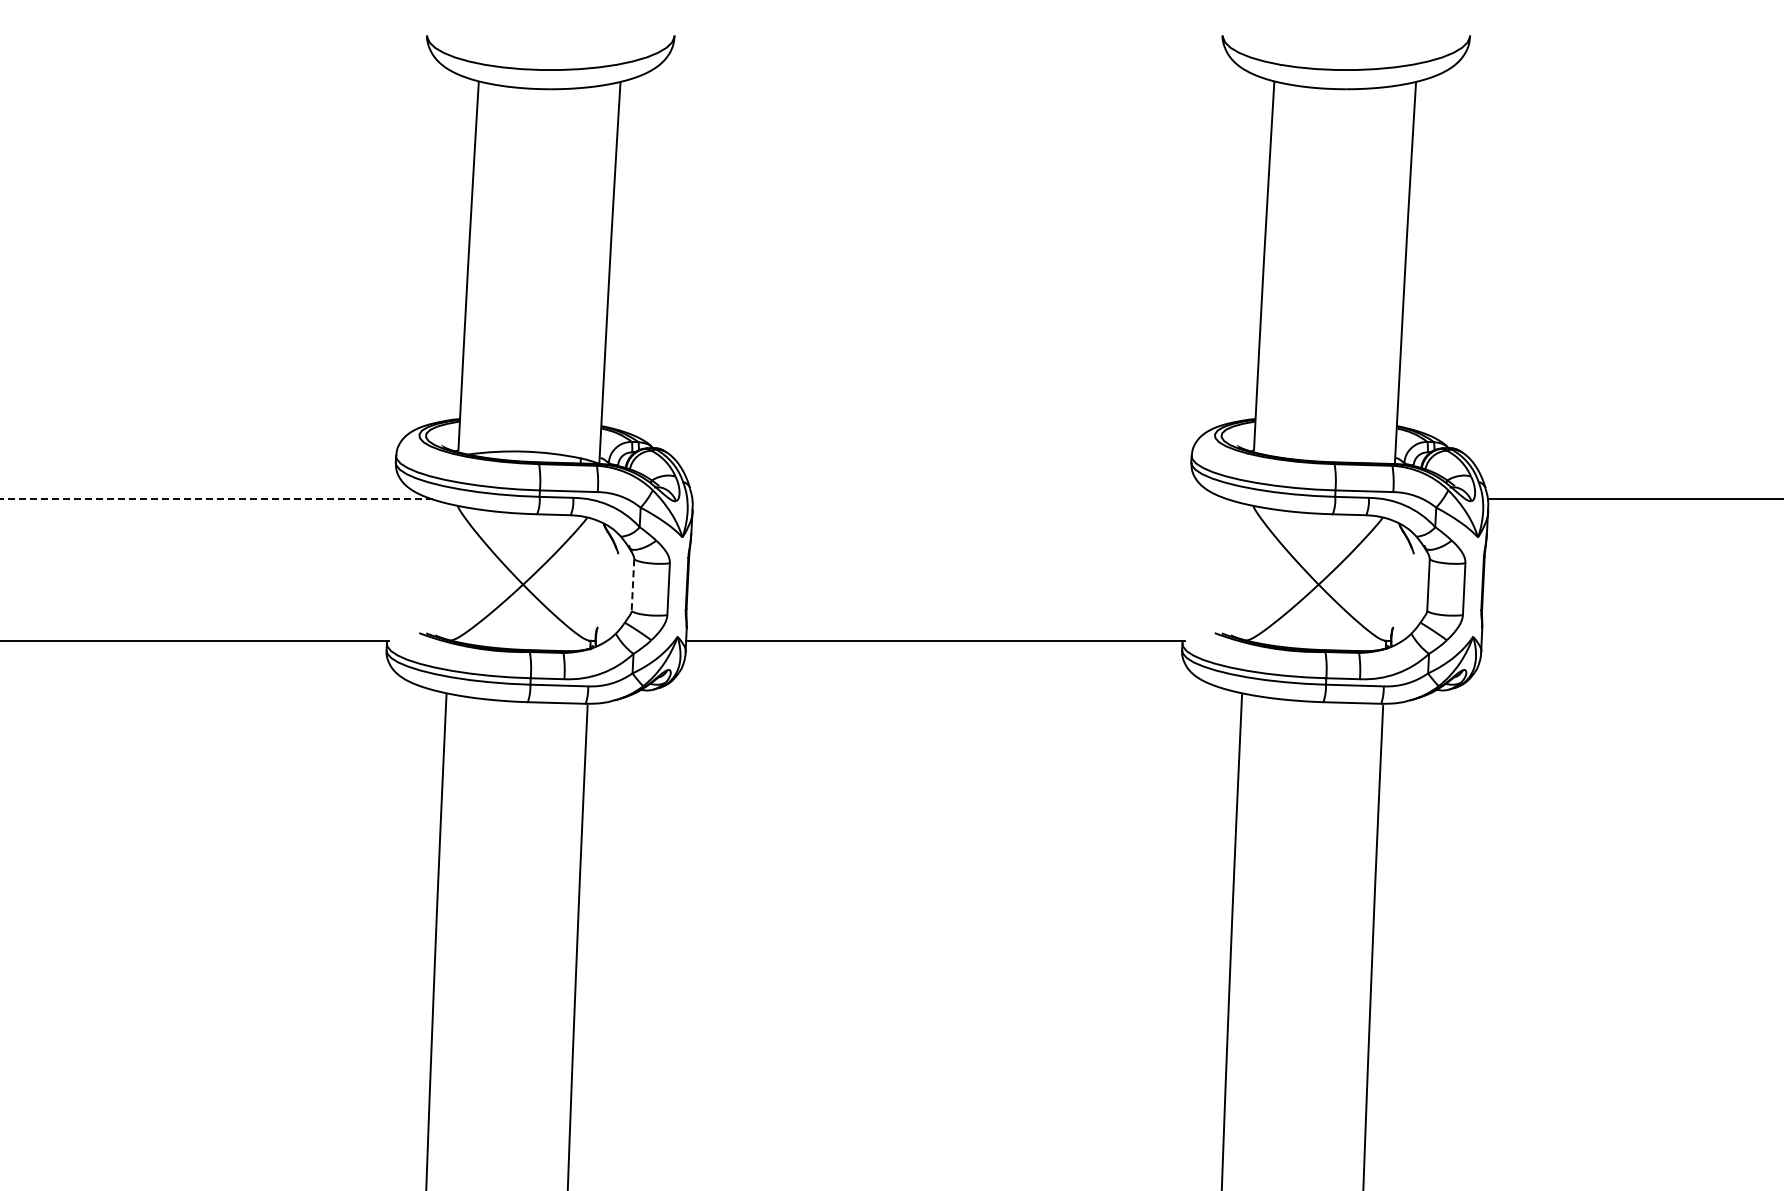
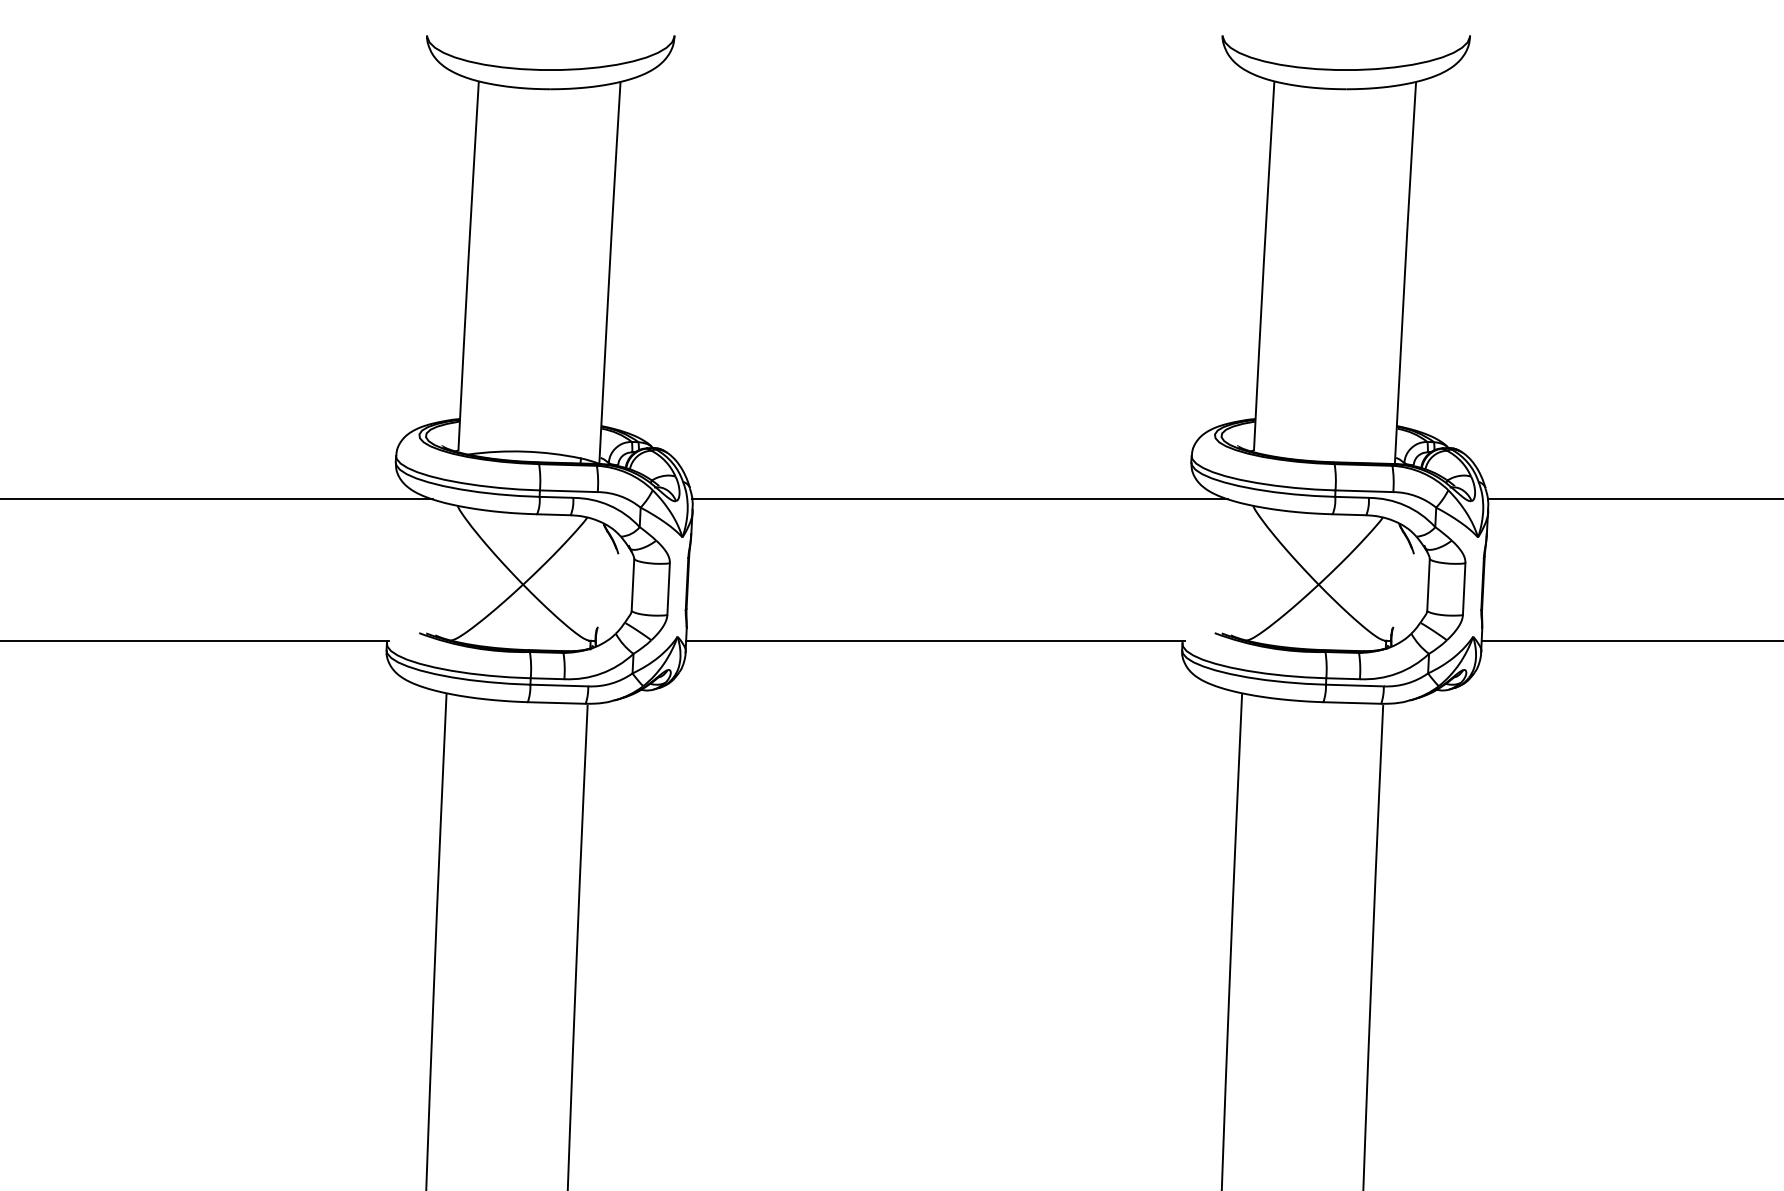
line at (215, 499): dashed -> solid
line at (959, 499): none -> present
line at (632, 585): dashed -> solid
line at (1630, 640): none -> present
